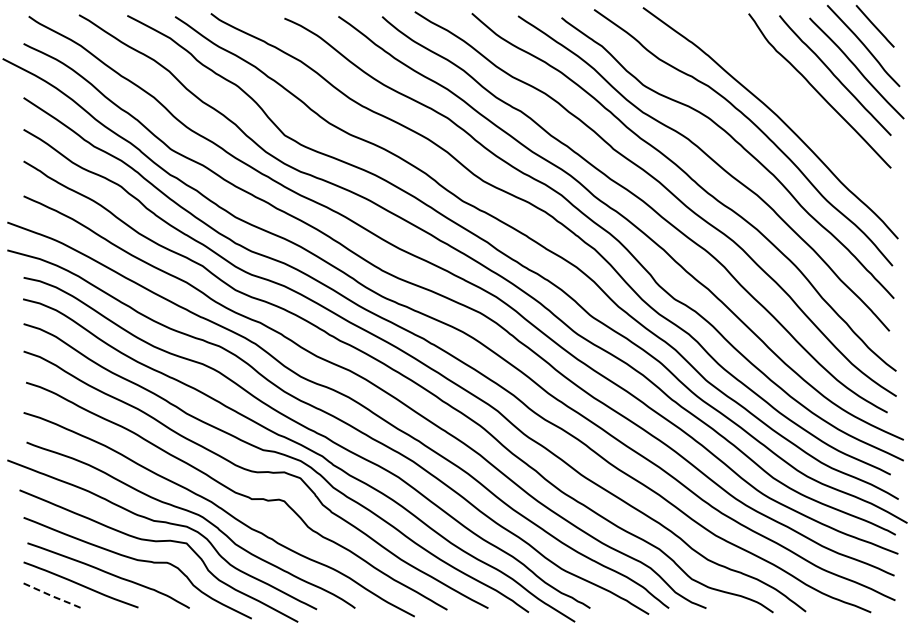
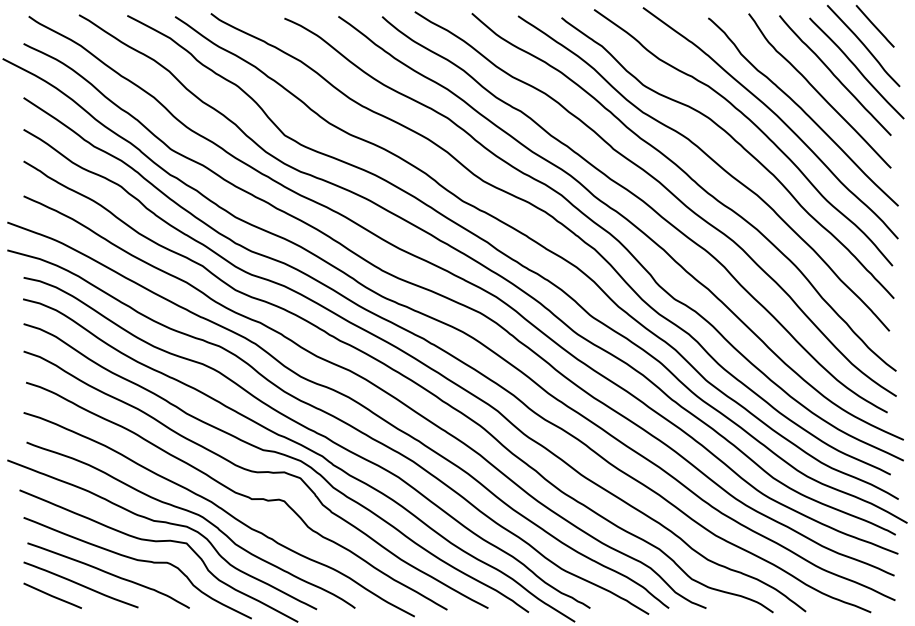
curve at (803, 111): none -> present
line at (53, 596): dashed -> solid
